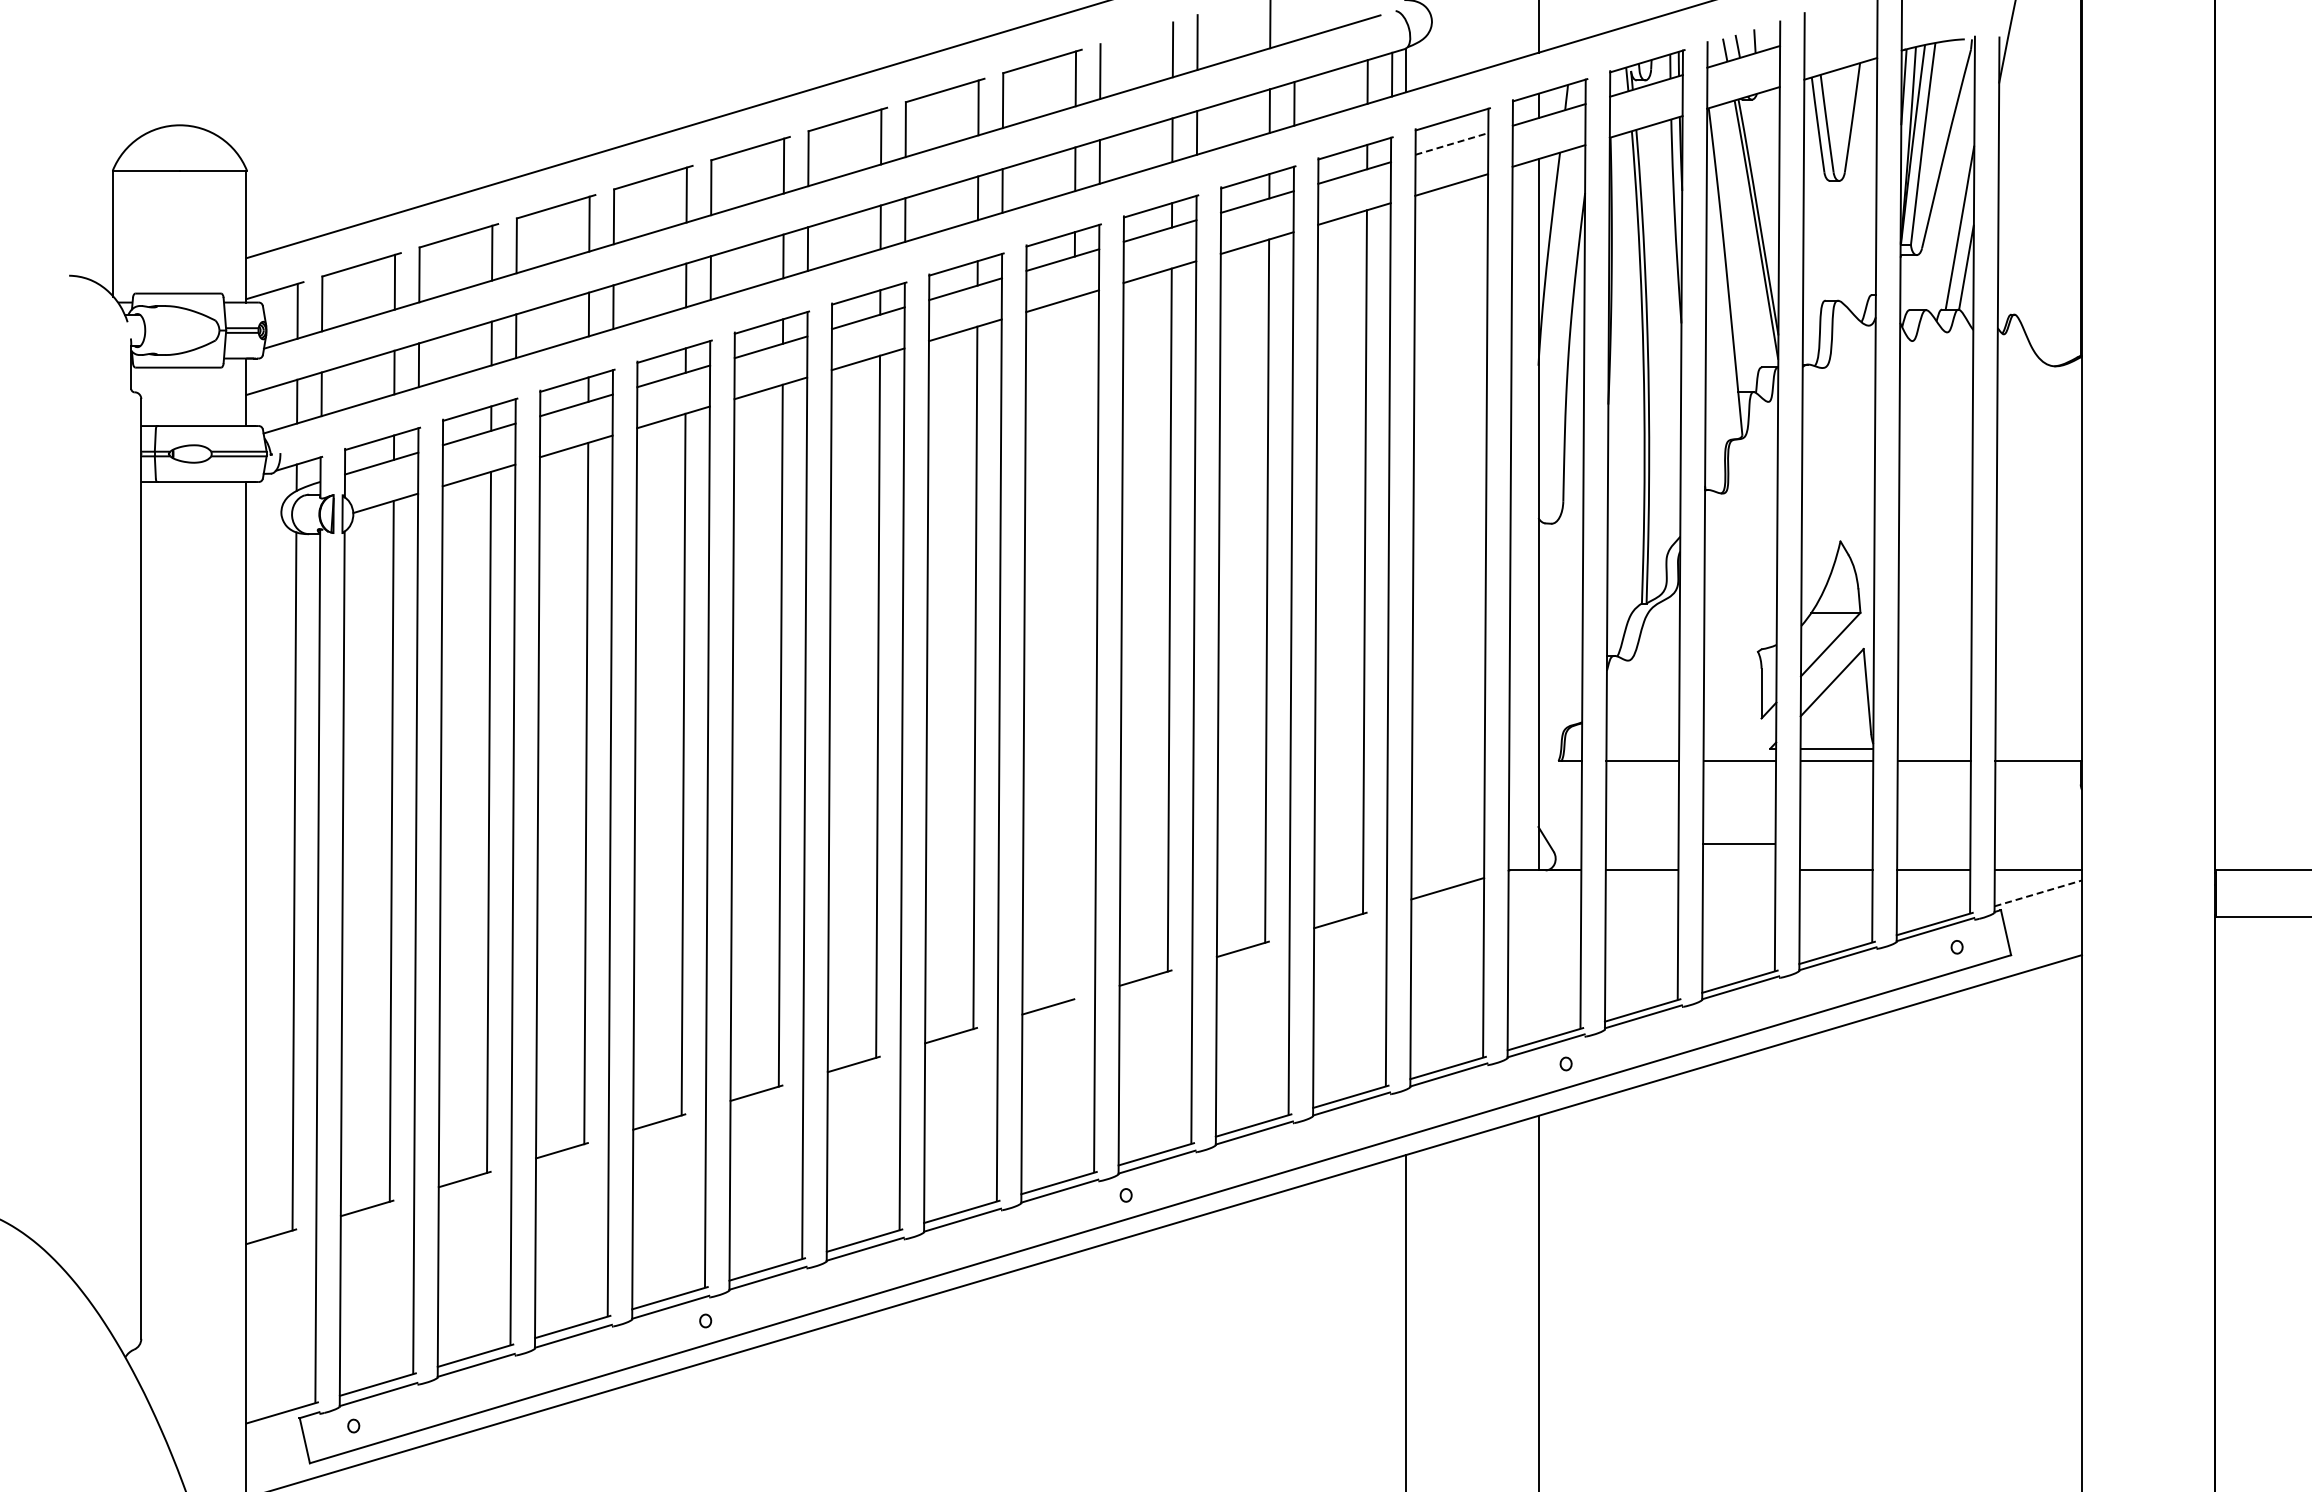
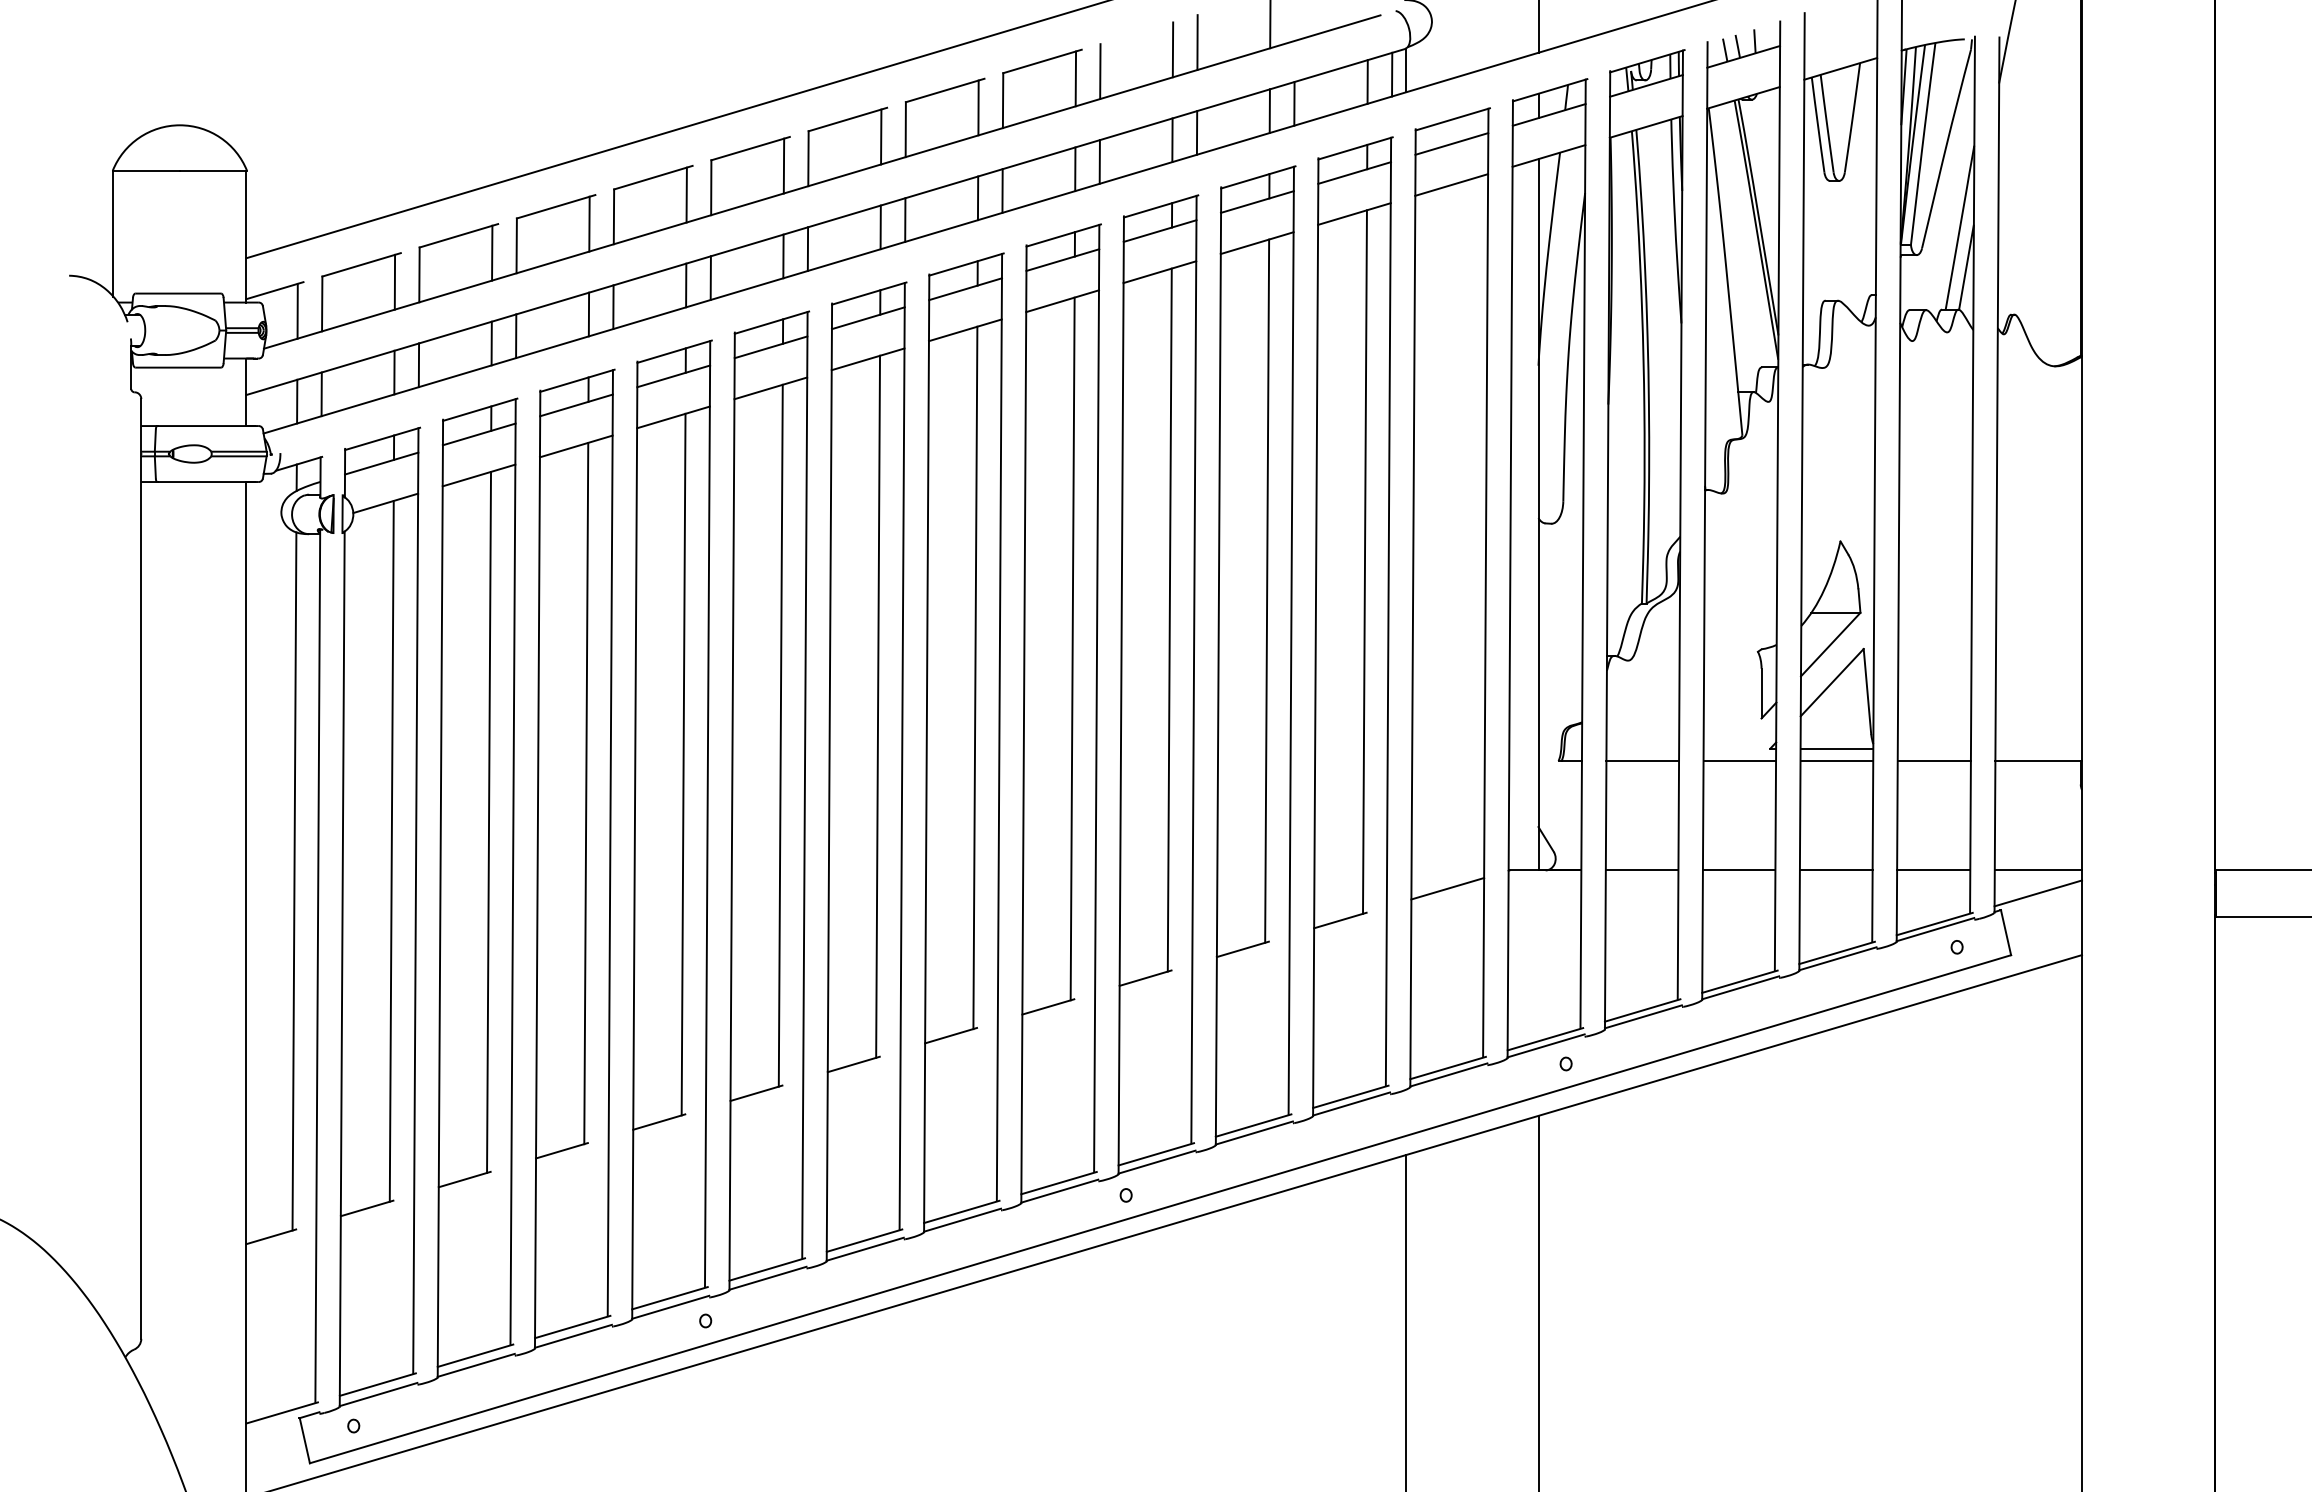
line at (1451, 143): dashed -> solid
line at (1072, 648): none -> present
line at (1738, 844) position: (1738, 844) -> (1738, 870)
line at (2038, 893): dashed -> solid
